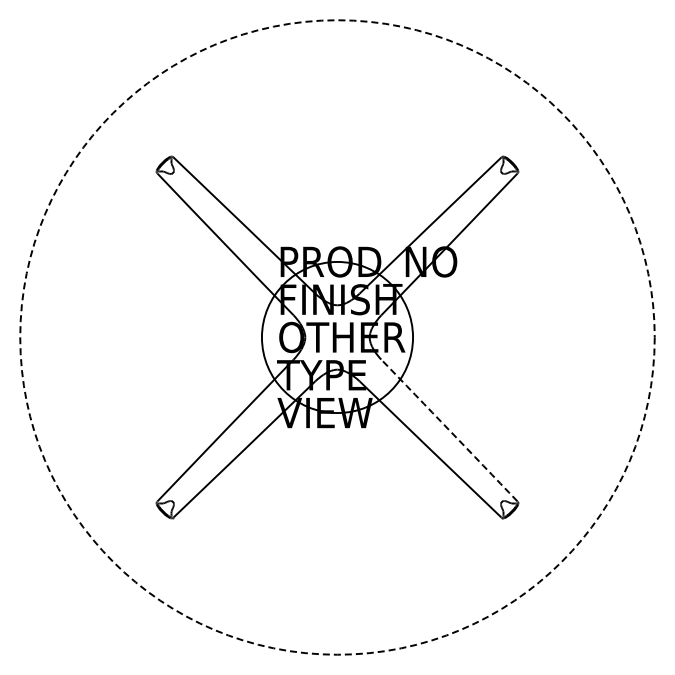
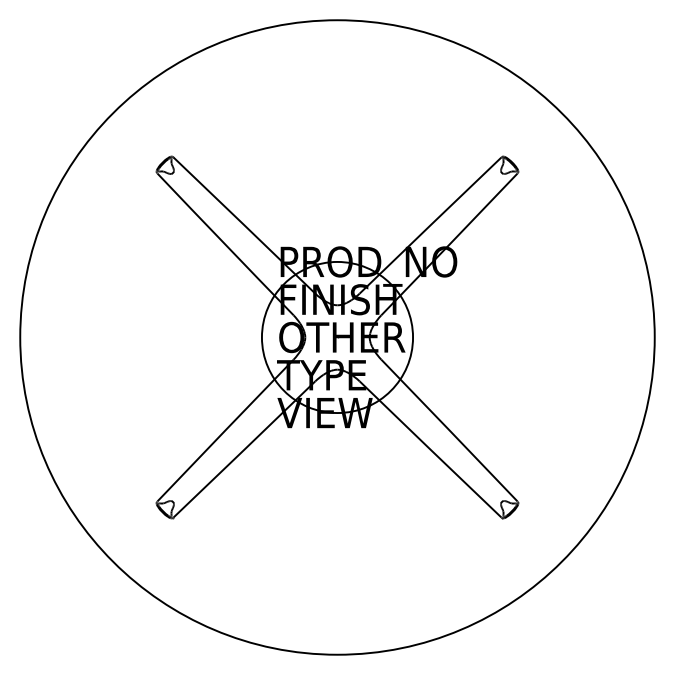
circle at (337, 337): dashed -> solid
arc at (449, 430): dashed -> solid
